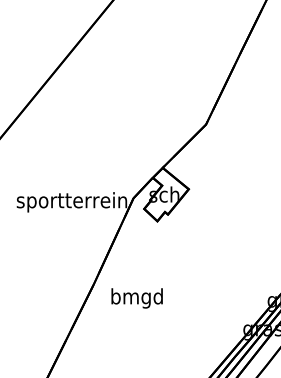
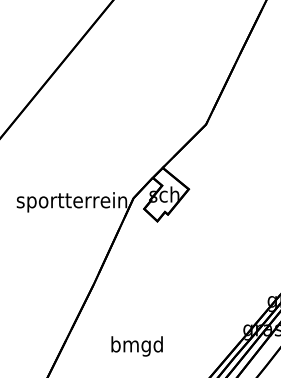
text at (136, 298) position: (136, 298) -> (136, 346)
